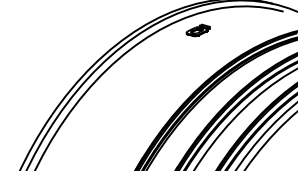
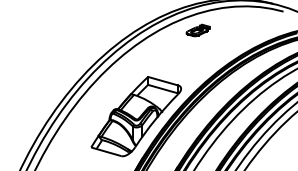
part at (135, 116): none -> present
